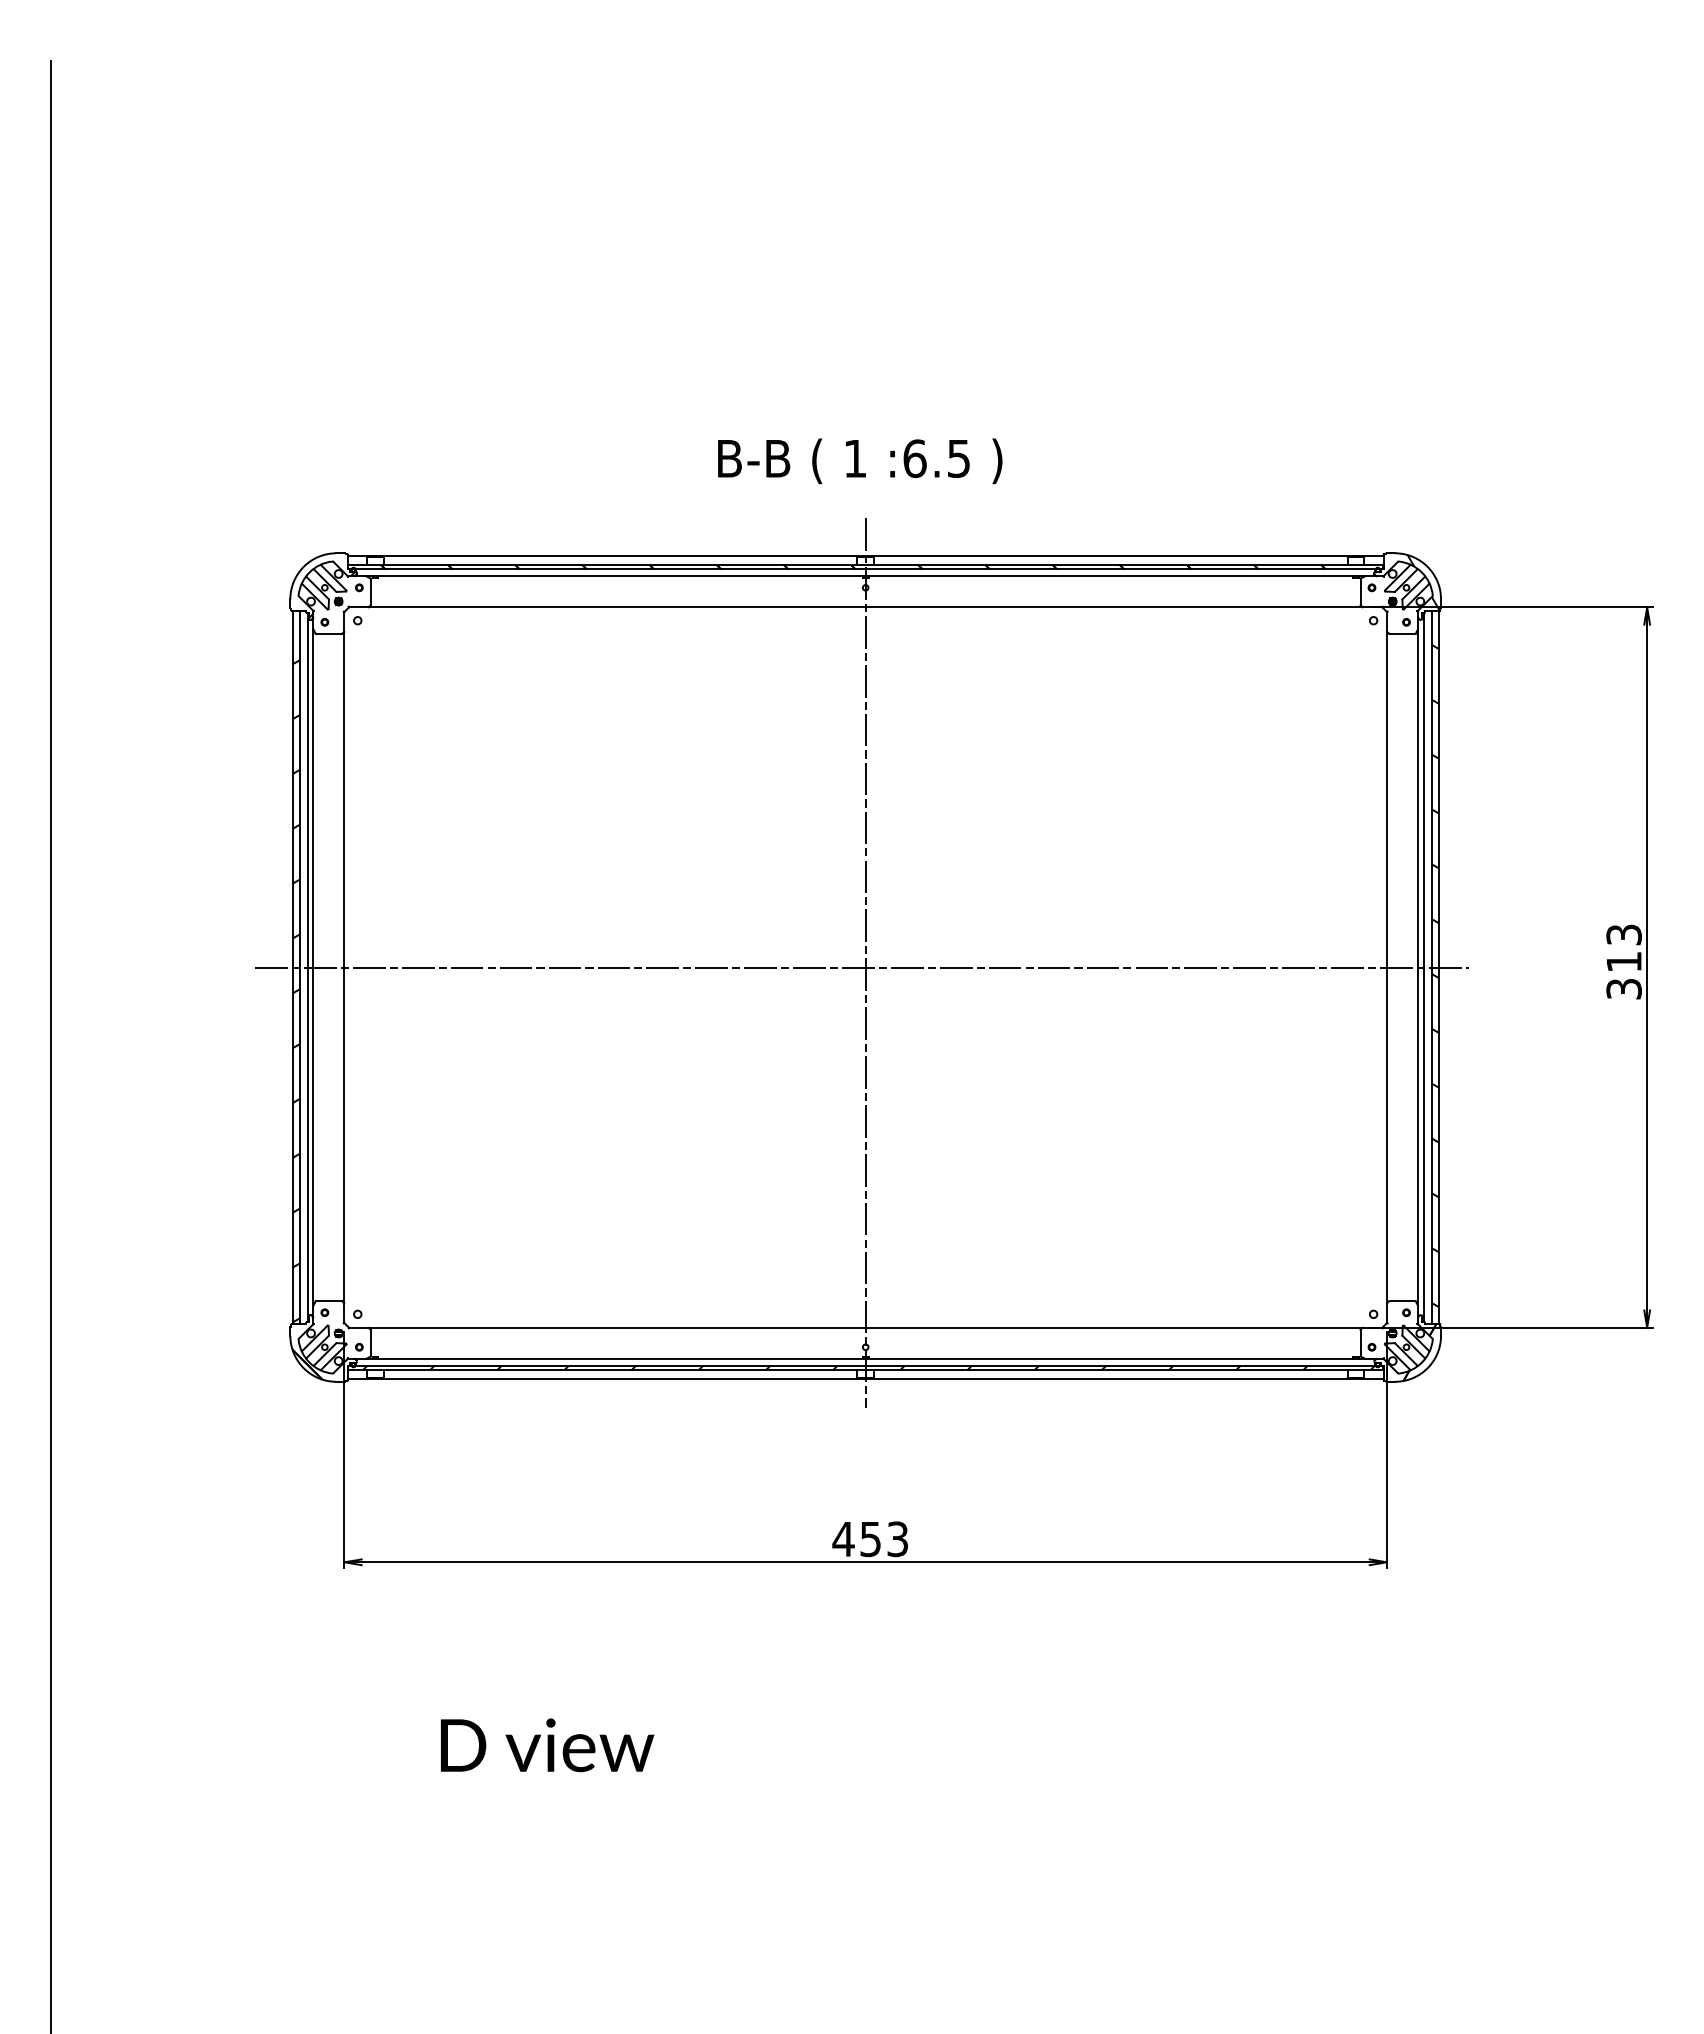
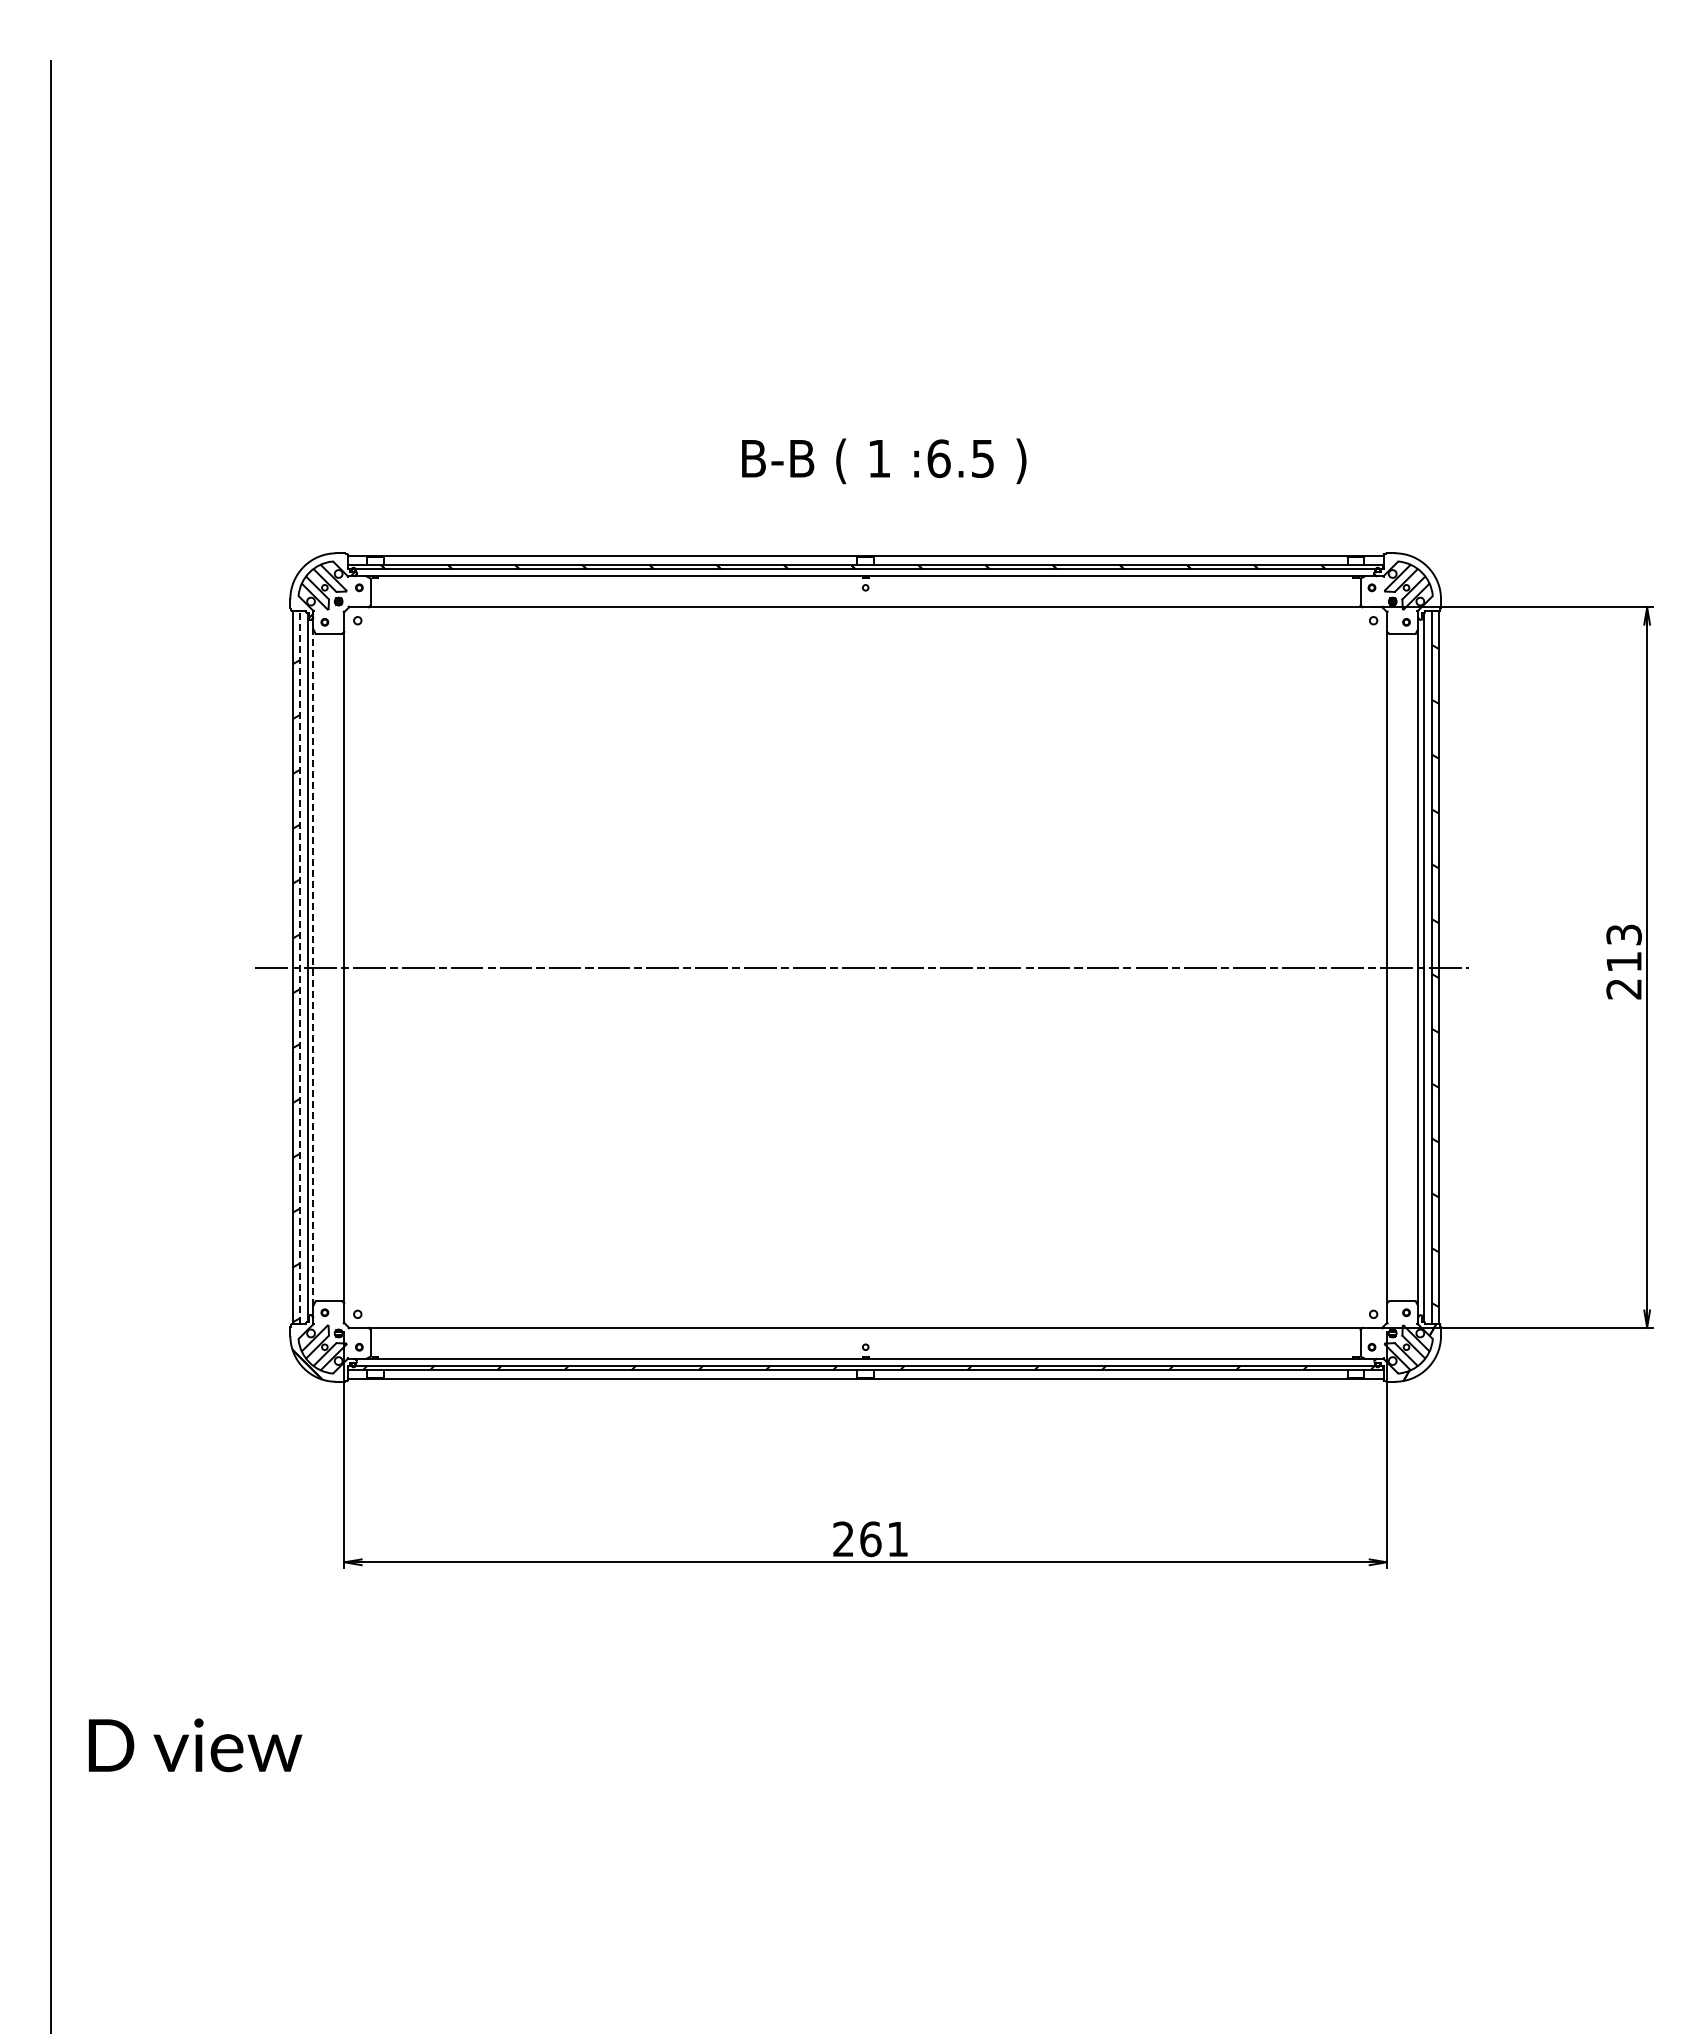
text at (860, 461) position: (860, 461) -> (884, 461)
hatch at (1423, 582): present -> none
line at (865, 962): present -> none
line at (299, 967): solid -> dashed
line at (313, 967): solid -> dashed
text at (1623, 989): 313 -> 213
text at (869, 1539): 453 -> 261
text at (547, 1745) position: (547, 1745) -> (195, 1745)
